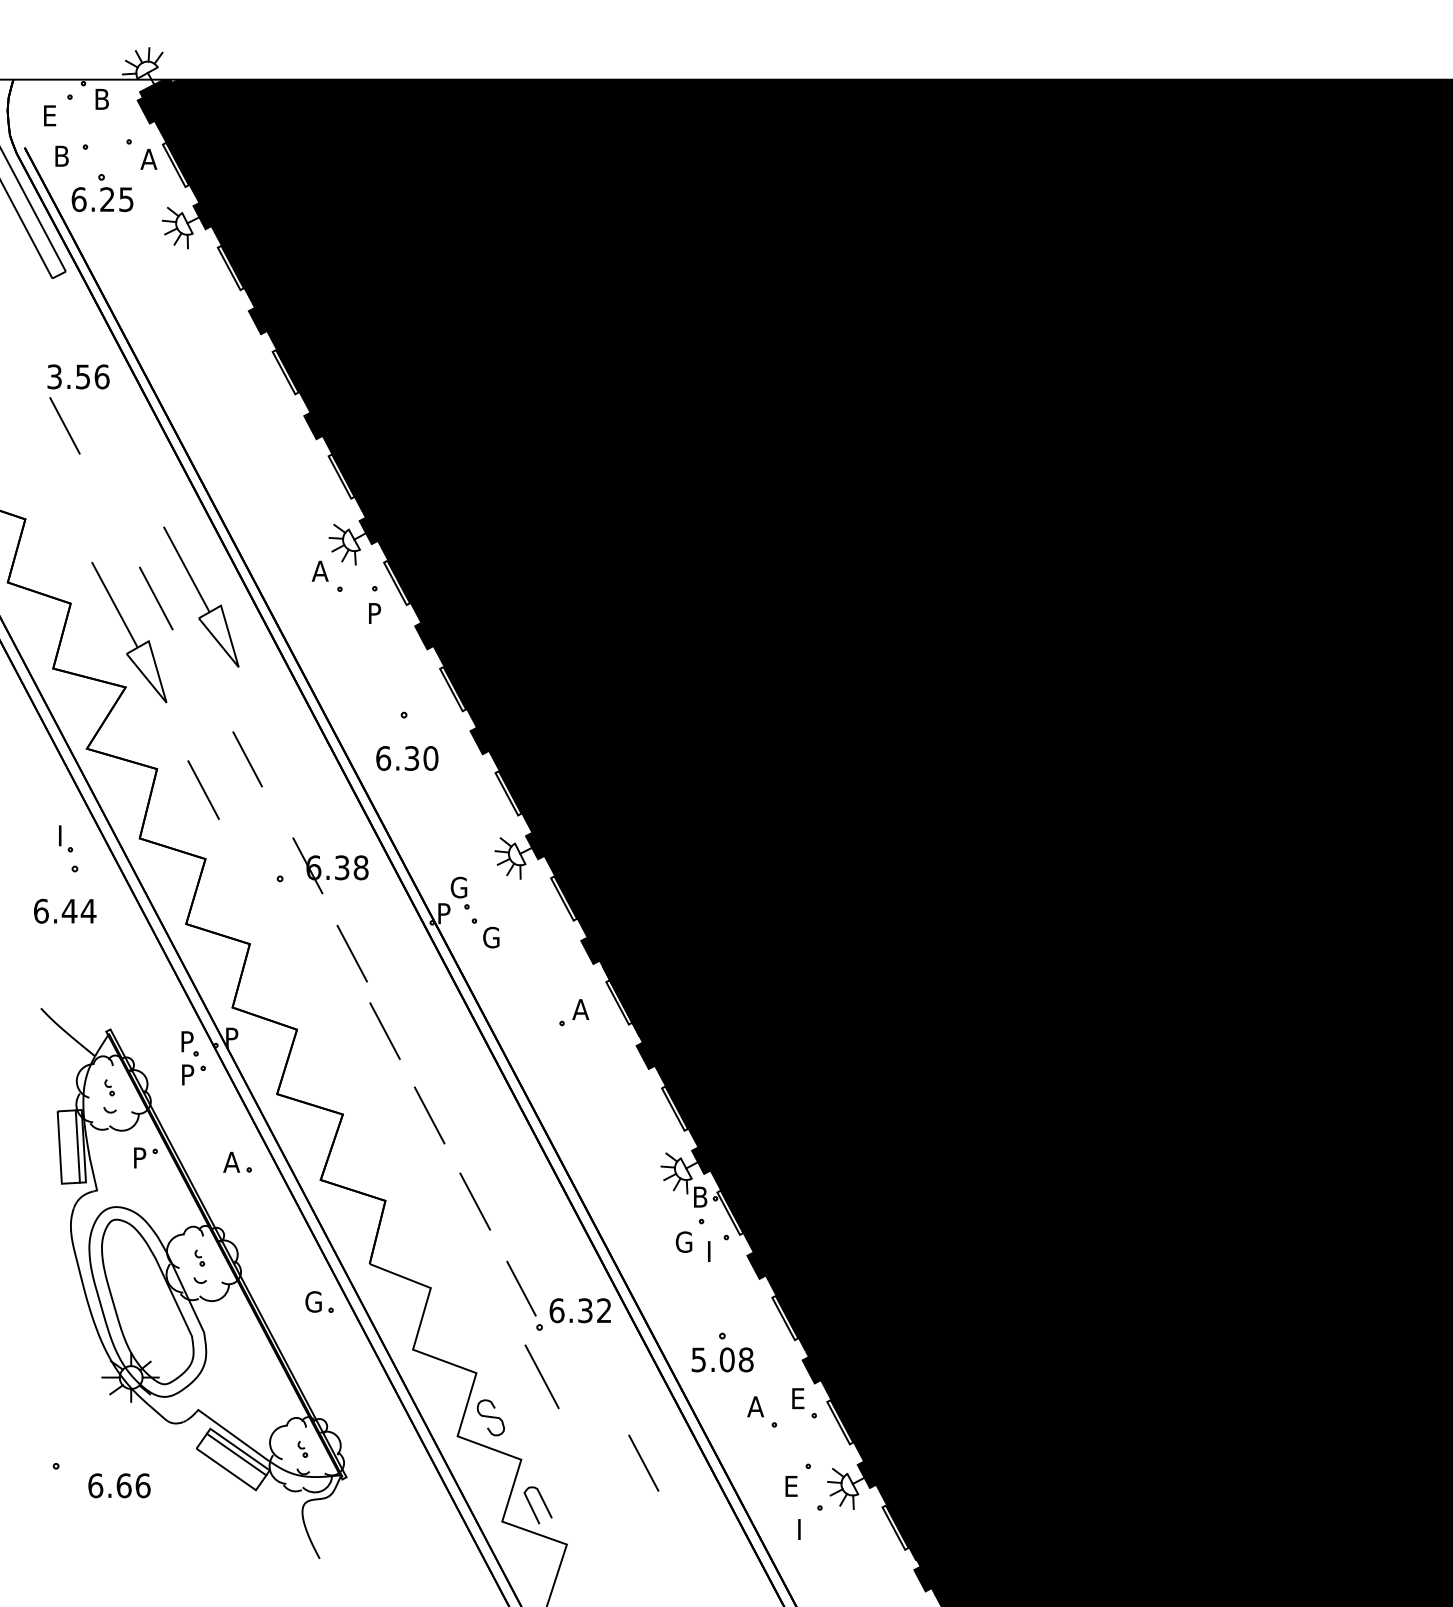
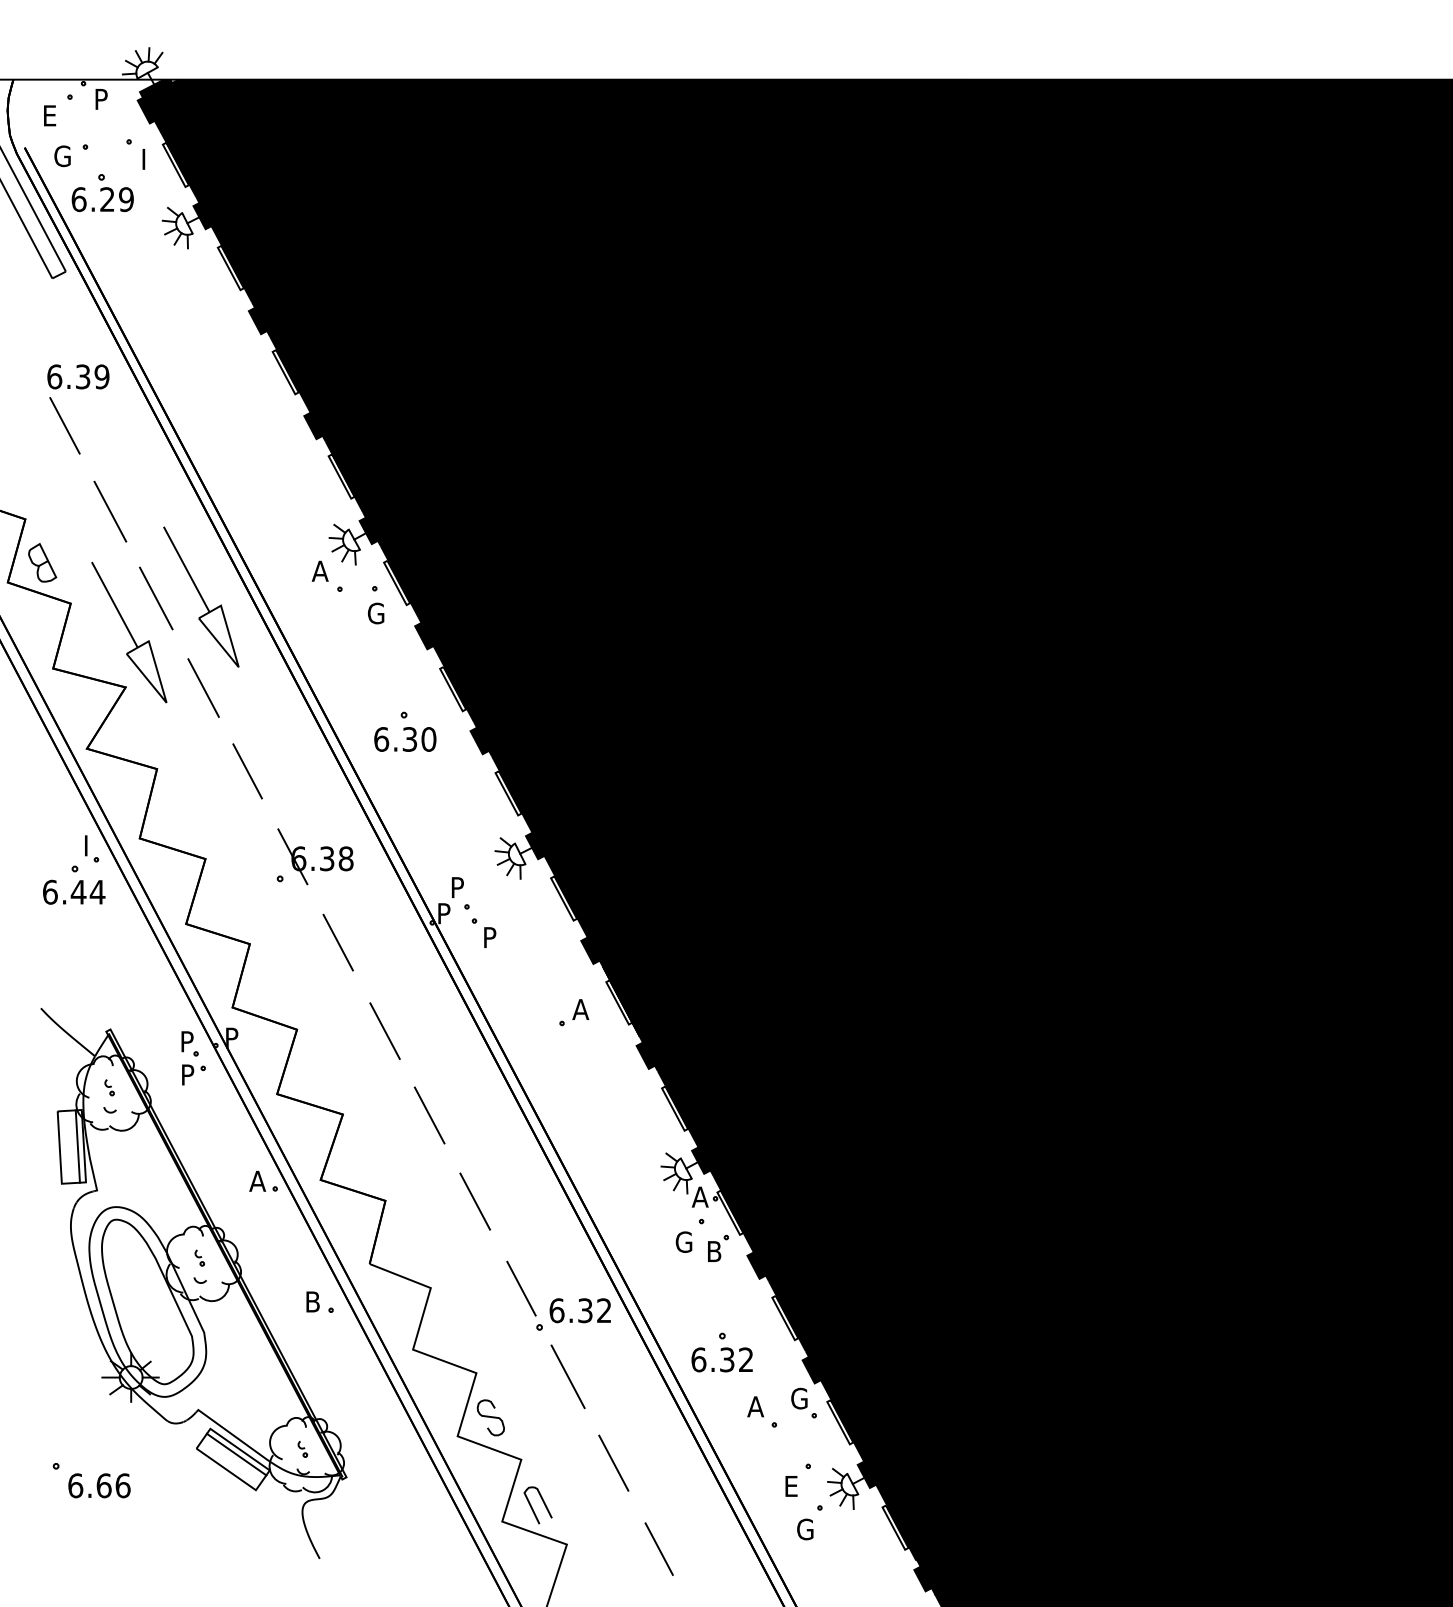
text at (103, 99): B -> P
text at (62, 156): B -> G
text at (148, 158): A -> I
text at (126, 199): 6.25 -> 6.29
text at (78, 376): 3.56 -> 6.39
line at (110, 511): none -> present
curve at (43, 562): none -> present
text at (375, 613): P -> G
text at (407, 758) position: (407, 758) -> (405, 739)
line at (247, 759) position: (247, 759) -> (247, 771)
line at (203, 789) position: (203, 789) -> (203, 687)
part at (66, 838) position: (66, 838) -> (92, 848)
part at (338, 866) position: (338, 866) -> (323, 857)
text at (458, 887): G -> P
text at (65, 910) position: (65, 910) -> (74, 891)
text at (491, 937): G -> P
line at (351, 953) position: (351, 953) -> (337, 942)
part at (145, 1157): present -> none
part at (237, 1161) position: (237, 1161) -> (263, 1180)
text at (699, 1196): B -> A
text at (715, 1251): I -> B
text at (313, 1301): G -> B
text at (722, 1359): 5.08 -> 6.32
line at (541, 1376) position: (541, 1376) -> (567, 1376)
text at (799, 1398): E -> G
line at (643, 1462) position: (643, 1462) -> (613, 1462)
text at (119, 1485) position: (119, 1485) -> (99, 1485)
text at (805, 1529): I -> G
line at (658, 1548): none -> present
